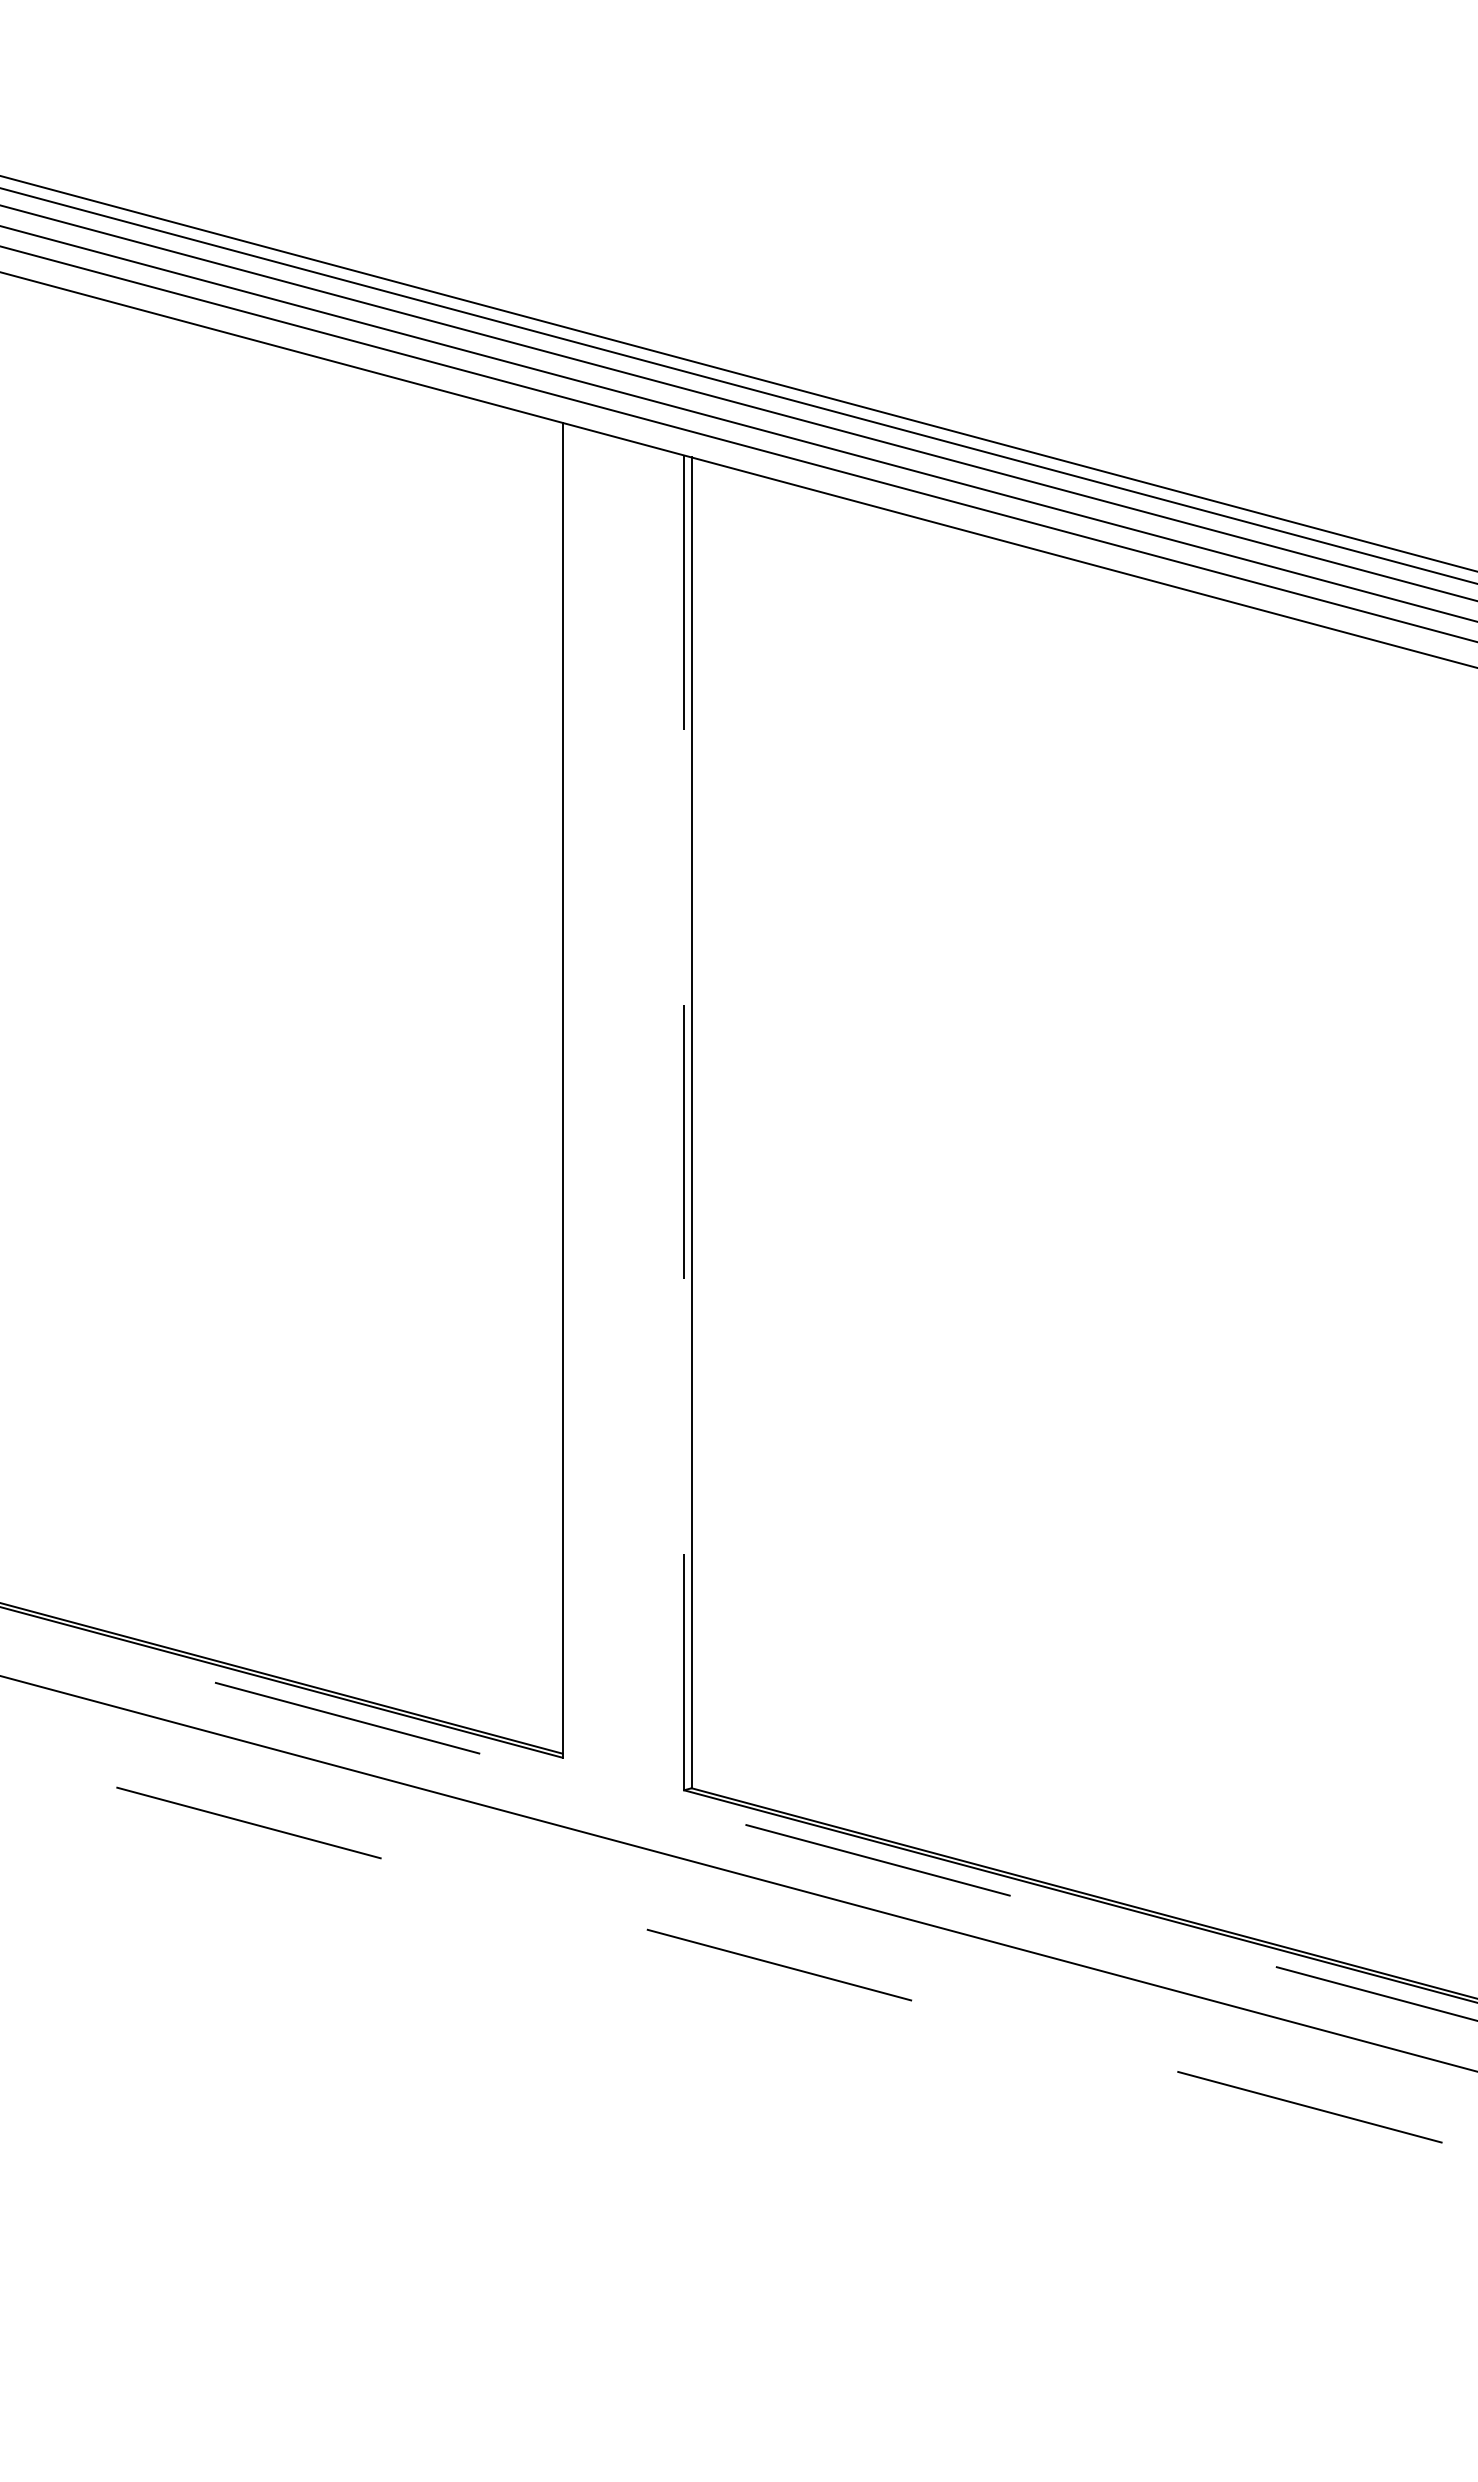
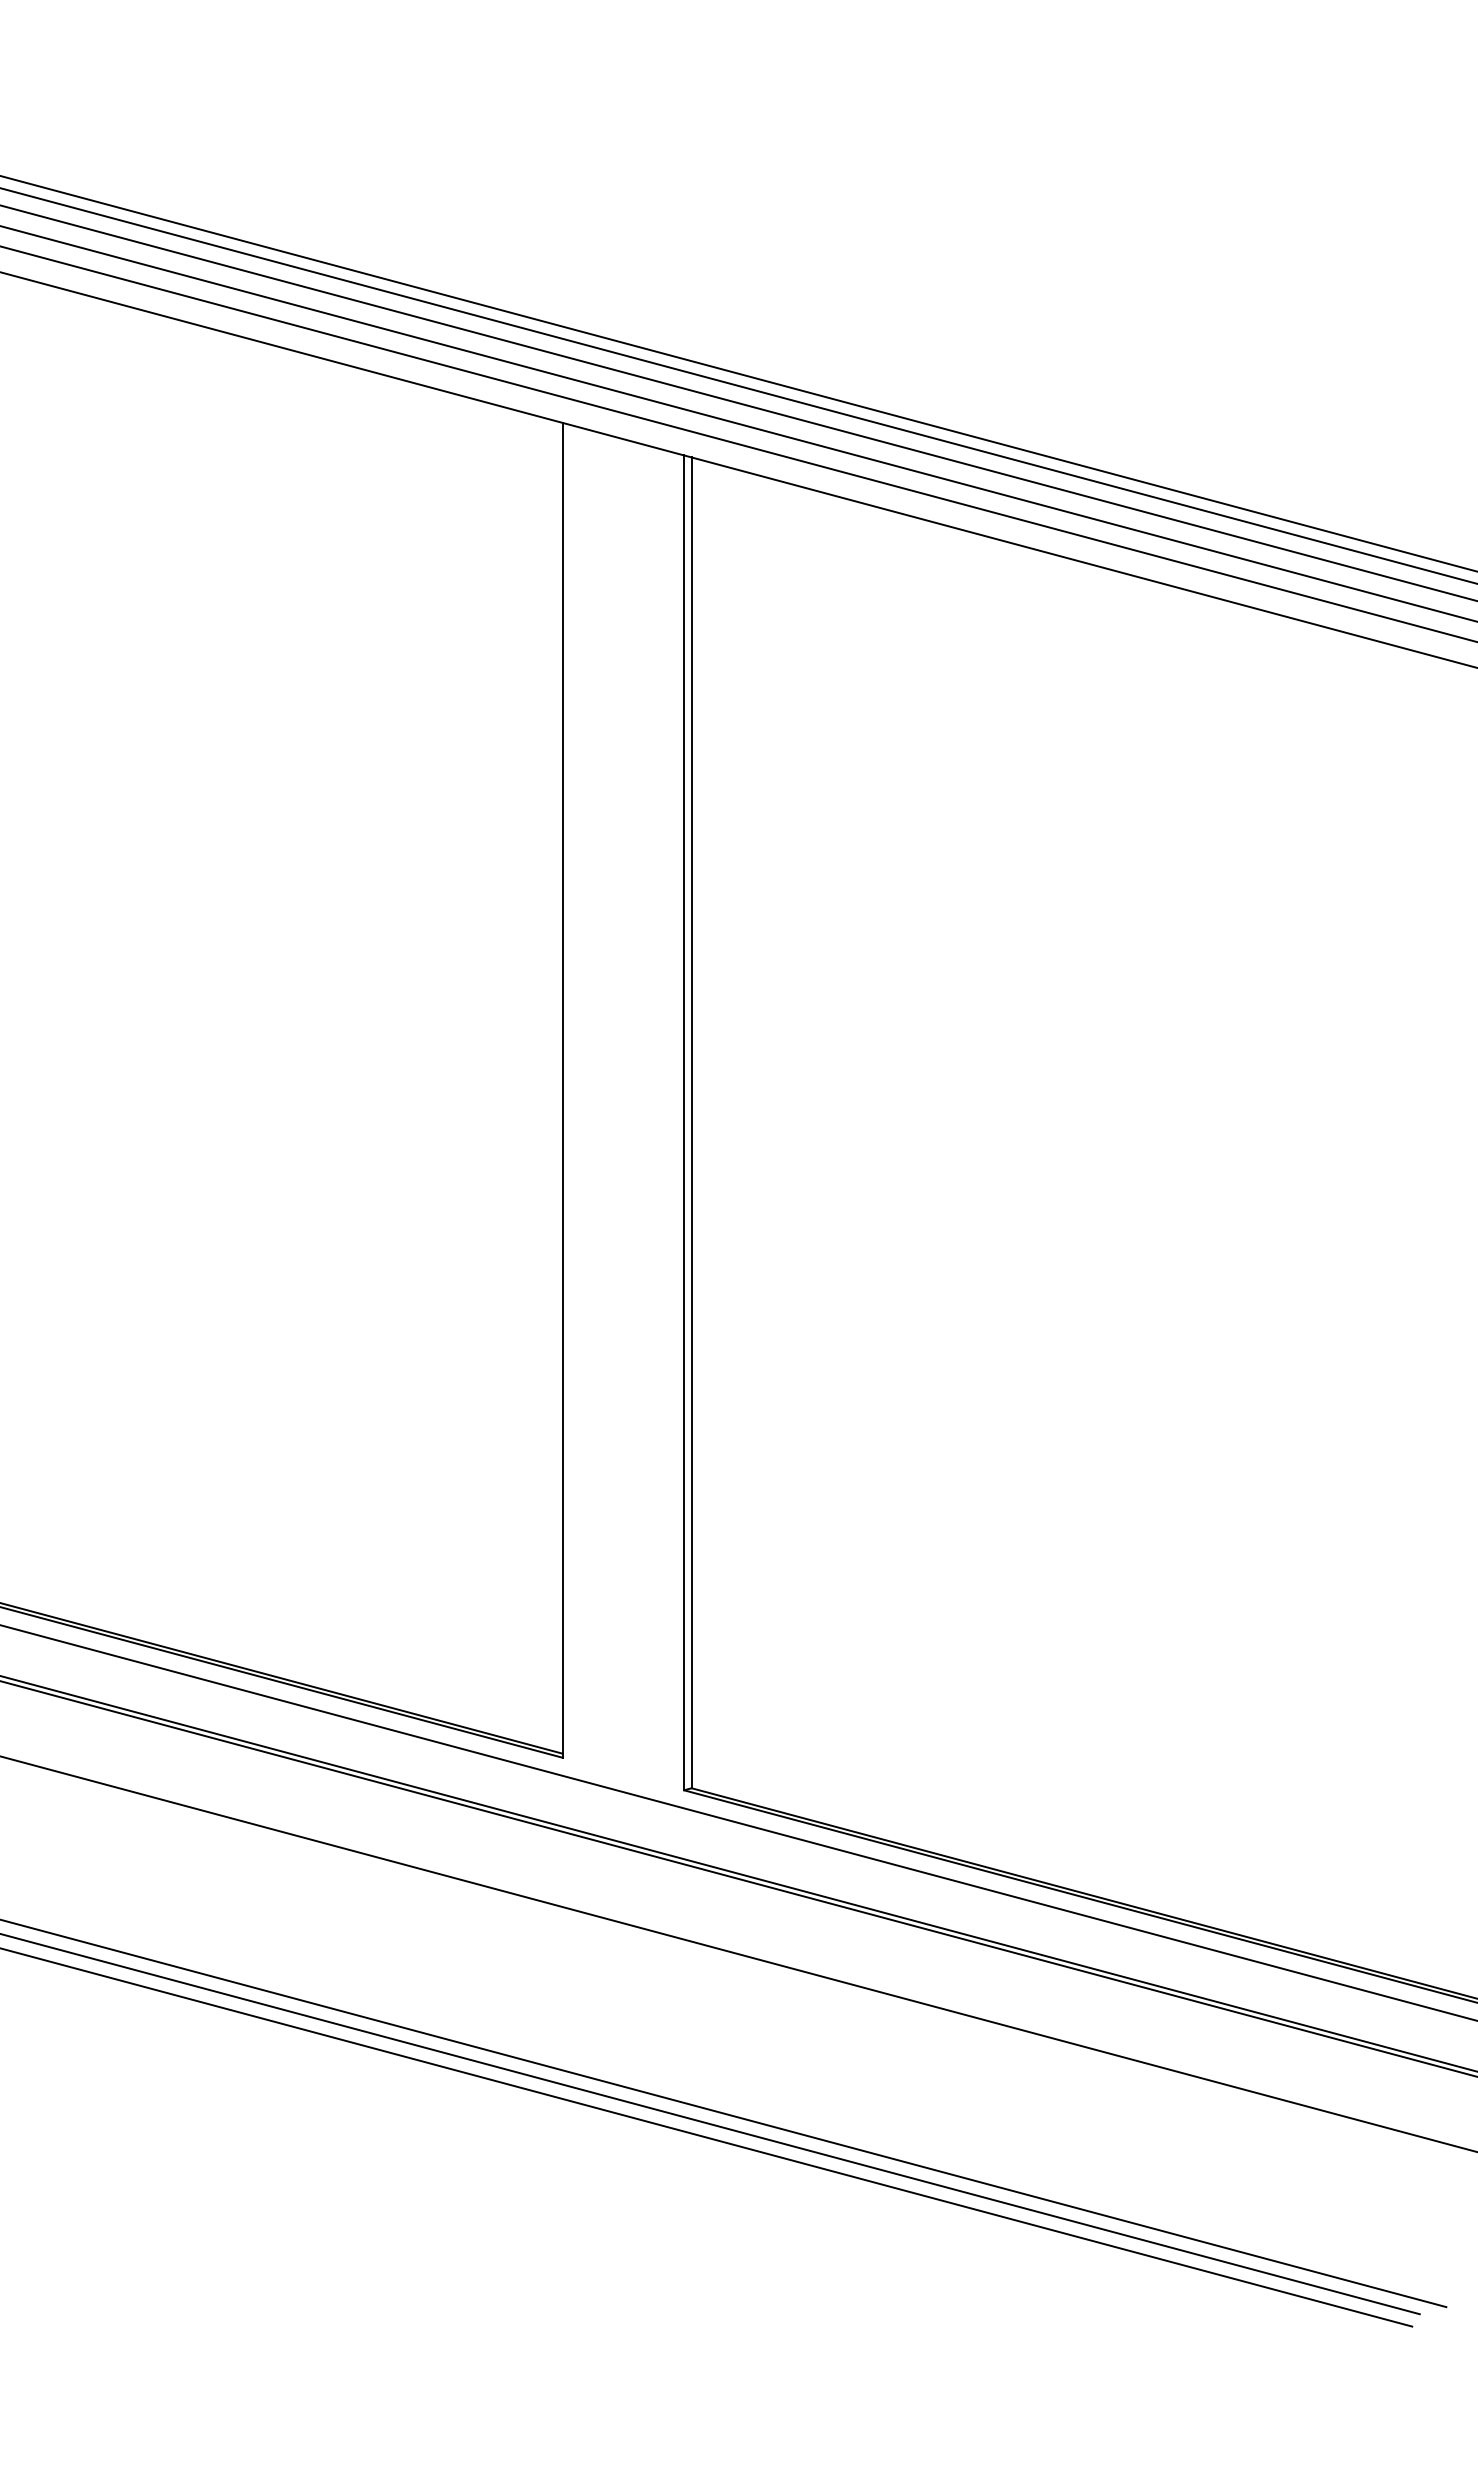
line at (684, 1123): dashed -> solid
line at (739, 1823): dashed -> solid
line at (738, 1878): none -> present
line at (739, 1954): dashed -> solid
line at (724, 2113): none -> present
line at (710, 2124): none -> present
line at (707, 2137): none -> present
